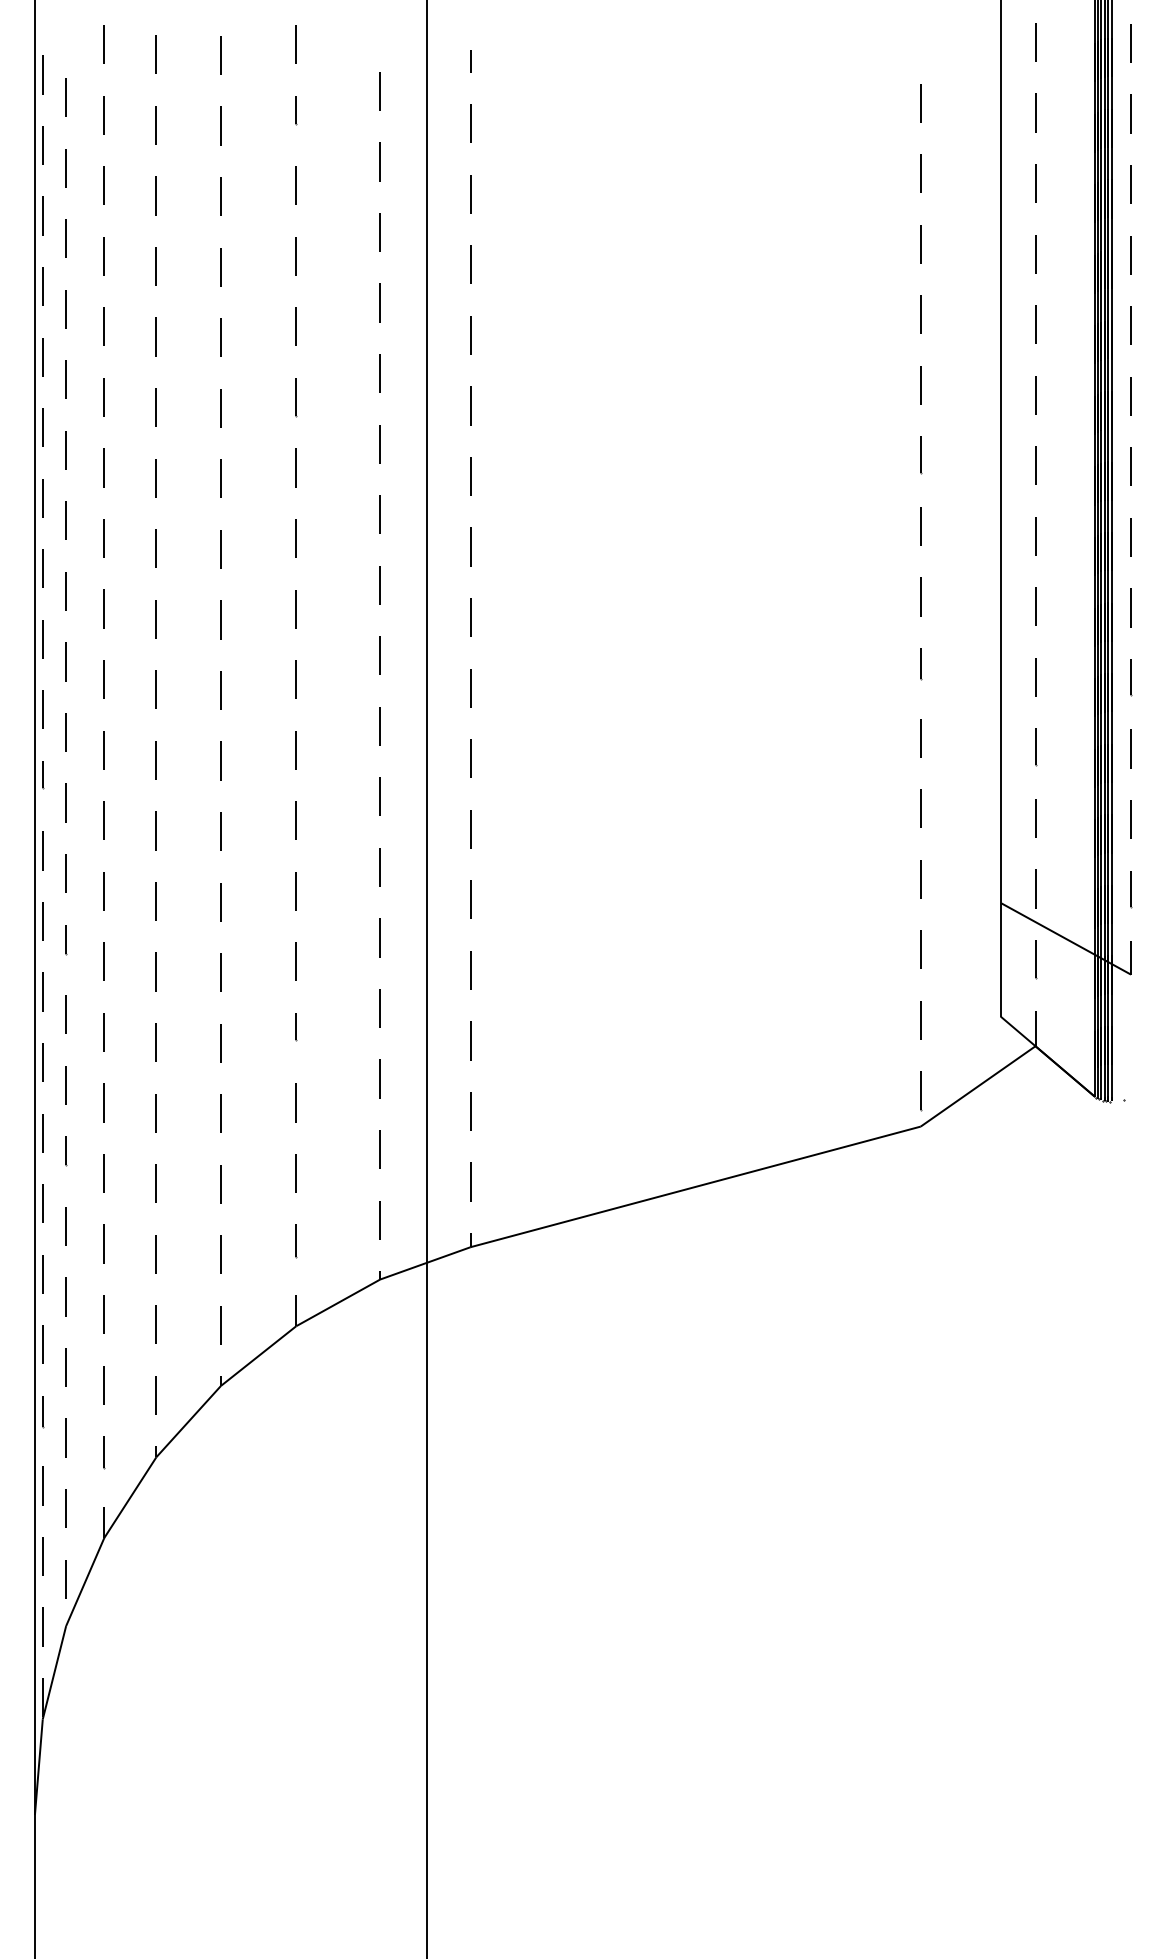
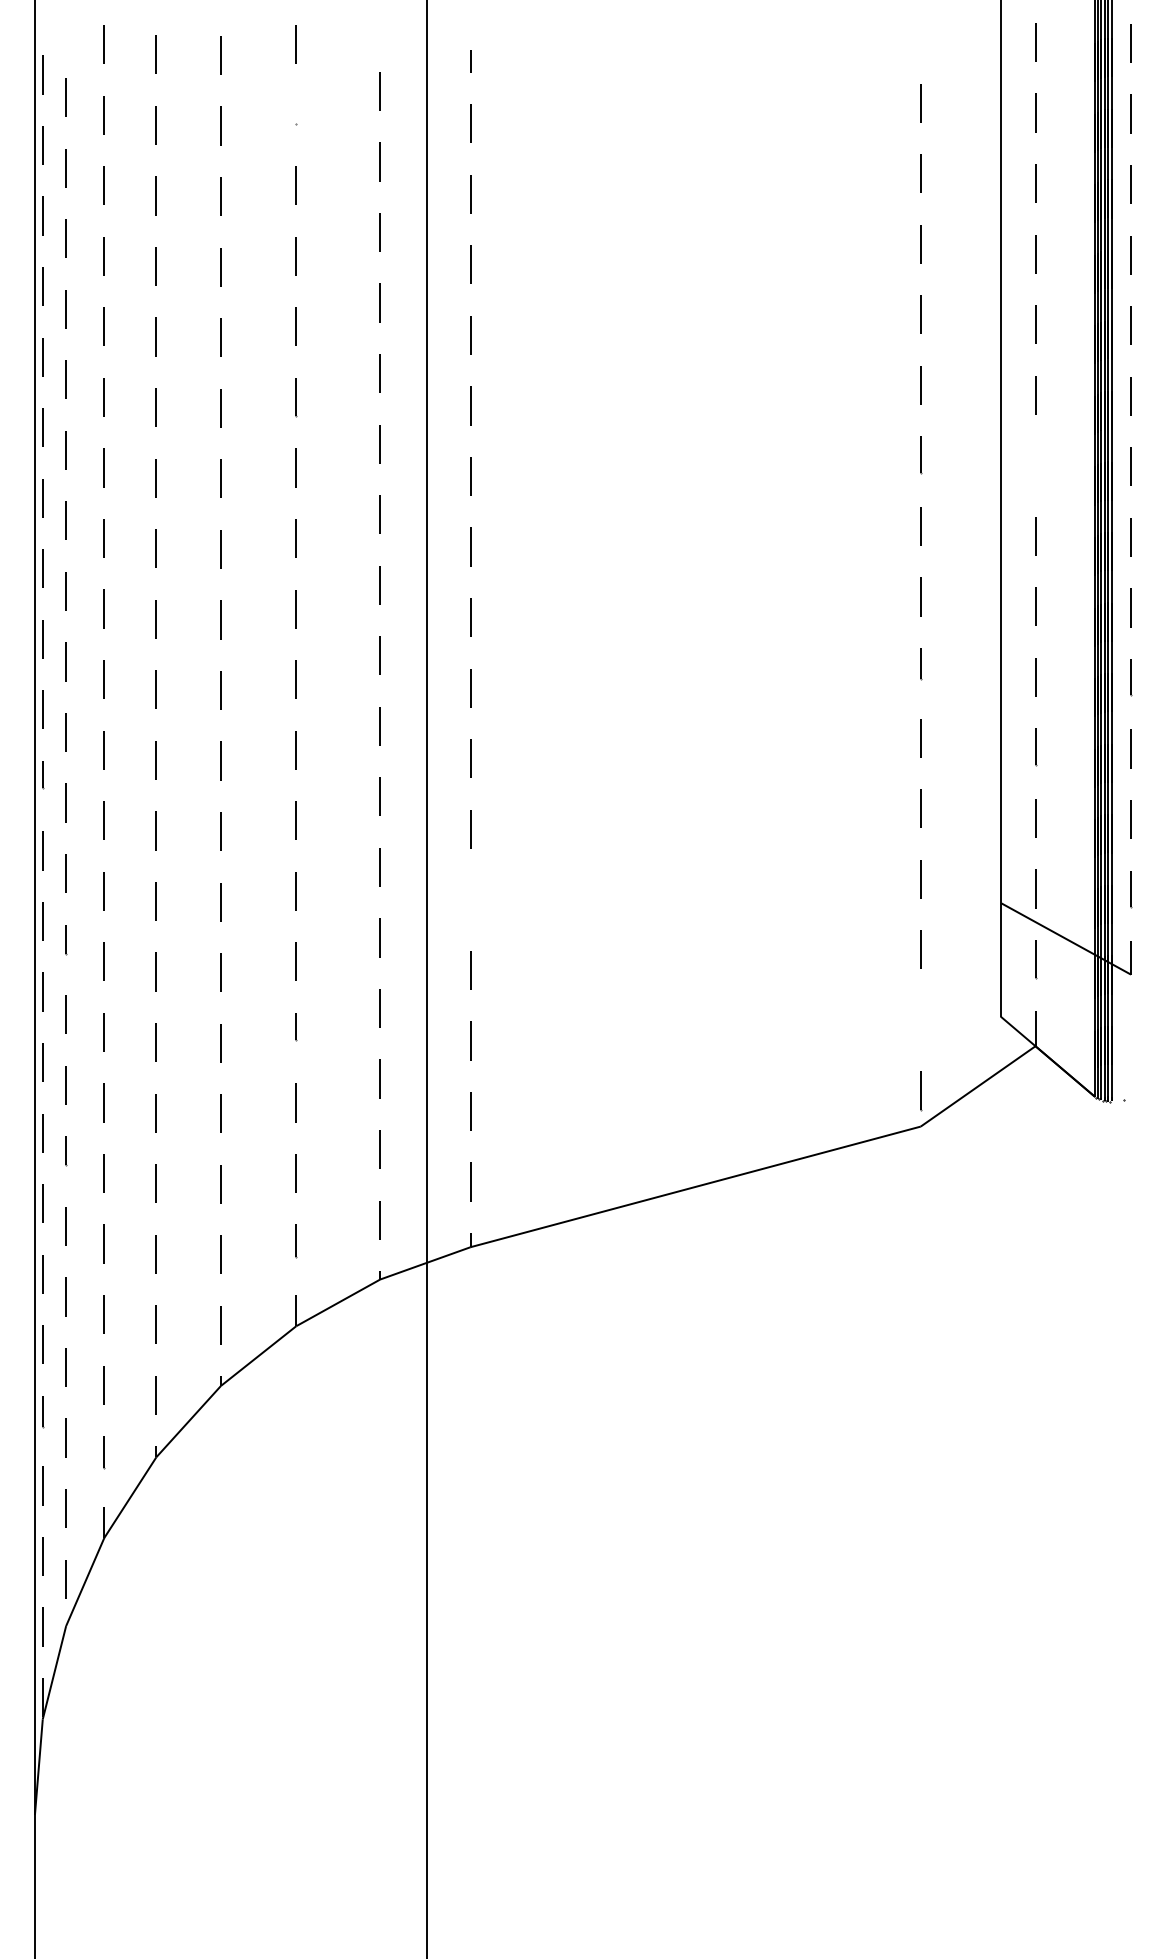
line at (296, 109): present -> none
line at (1035, 465): present -> none
line at (470, 899): present -> none
line at (920, 1020): present -> none
